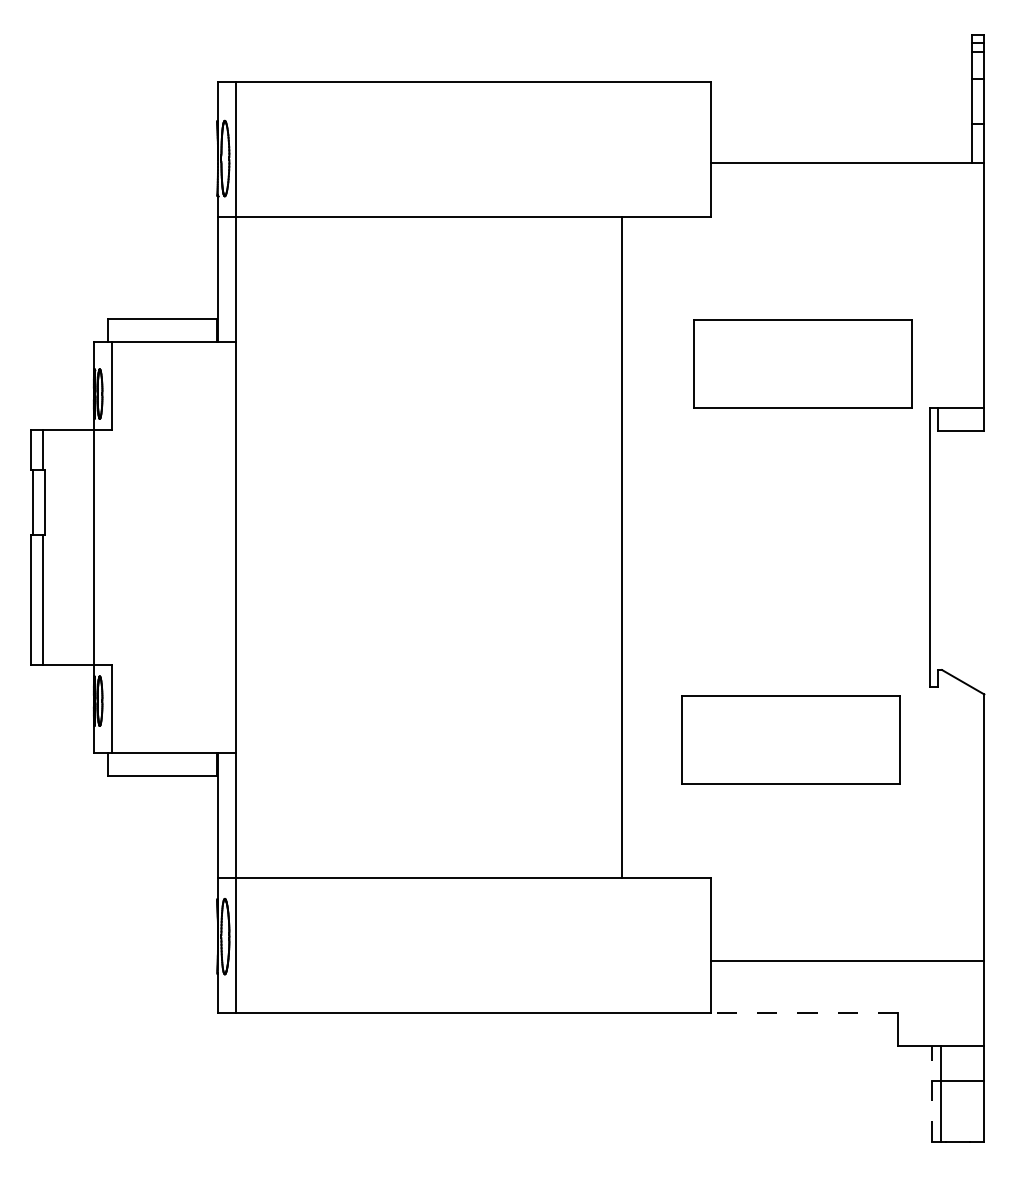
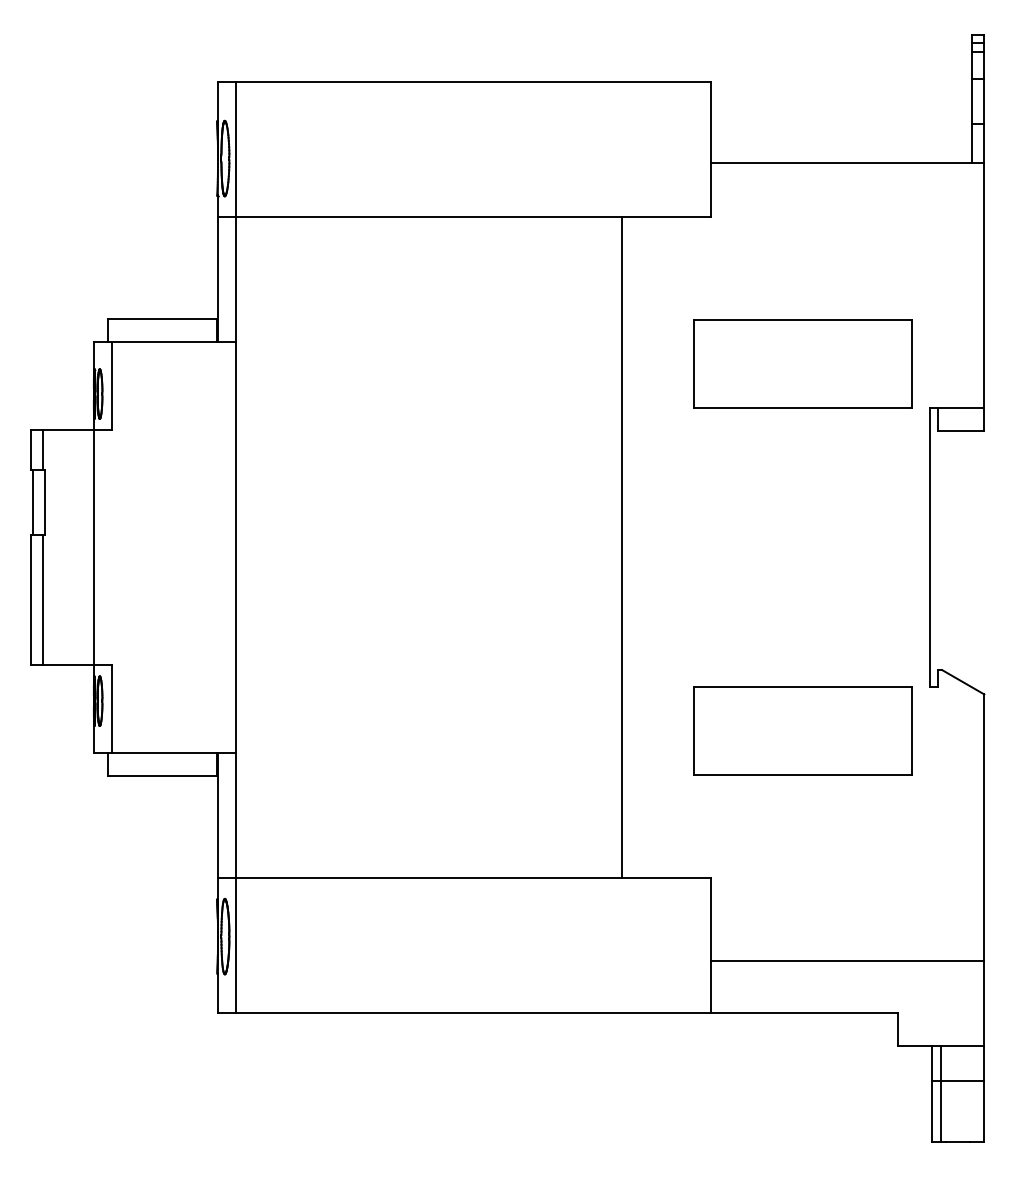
part at (790, 739) position: (790, 739) -> (802, 730)
line at (804, 1013): dashed -> solid
line at (931, 1093): dashed -> solid
